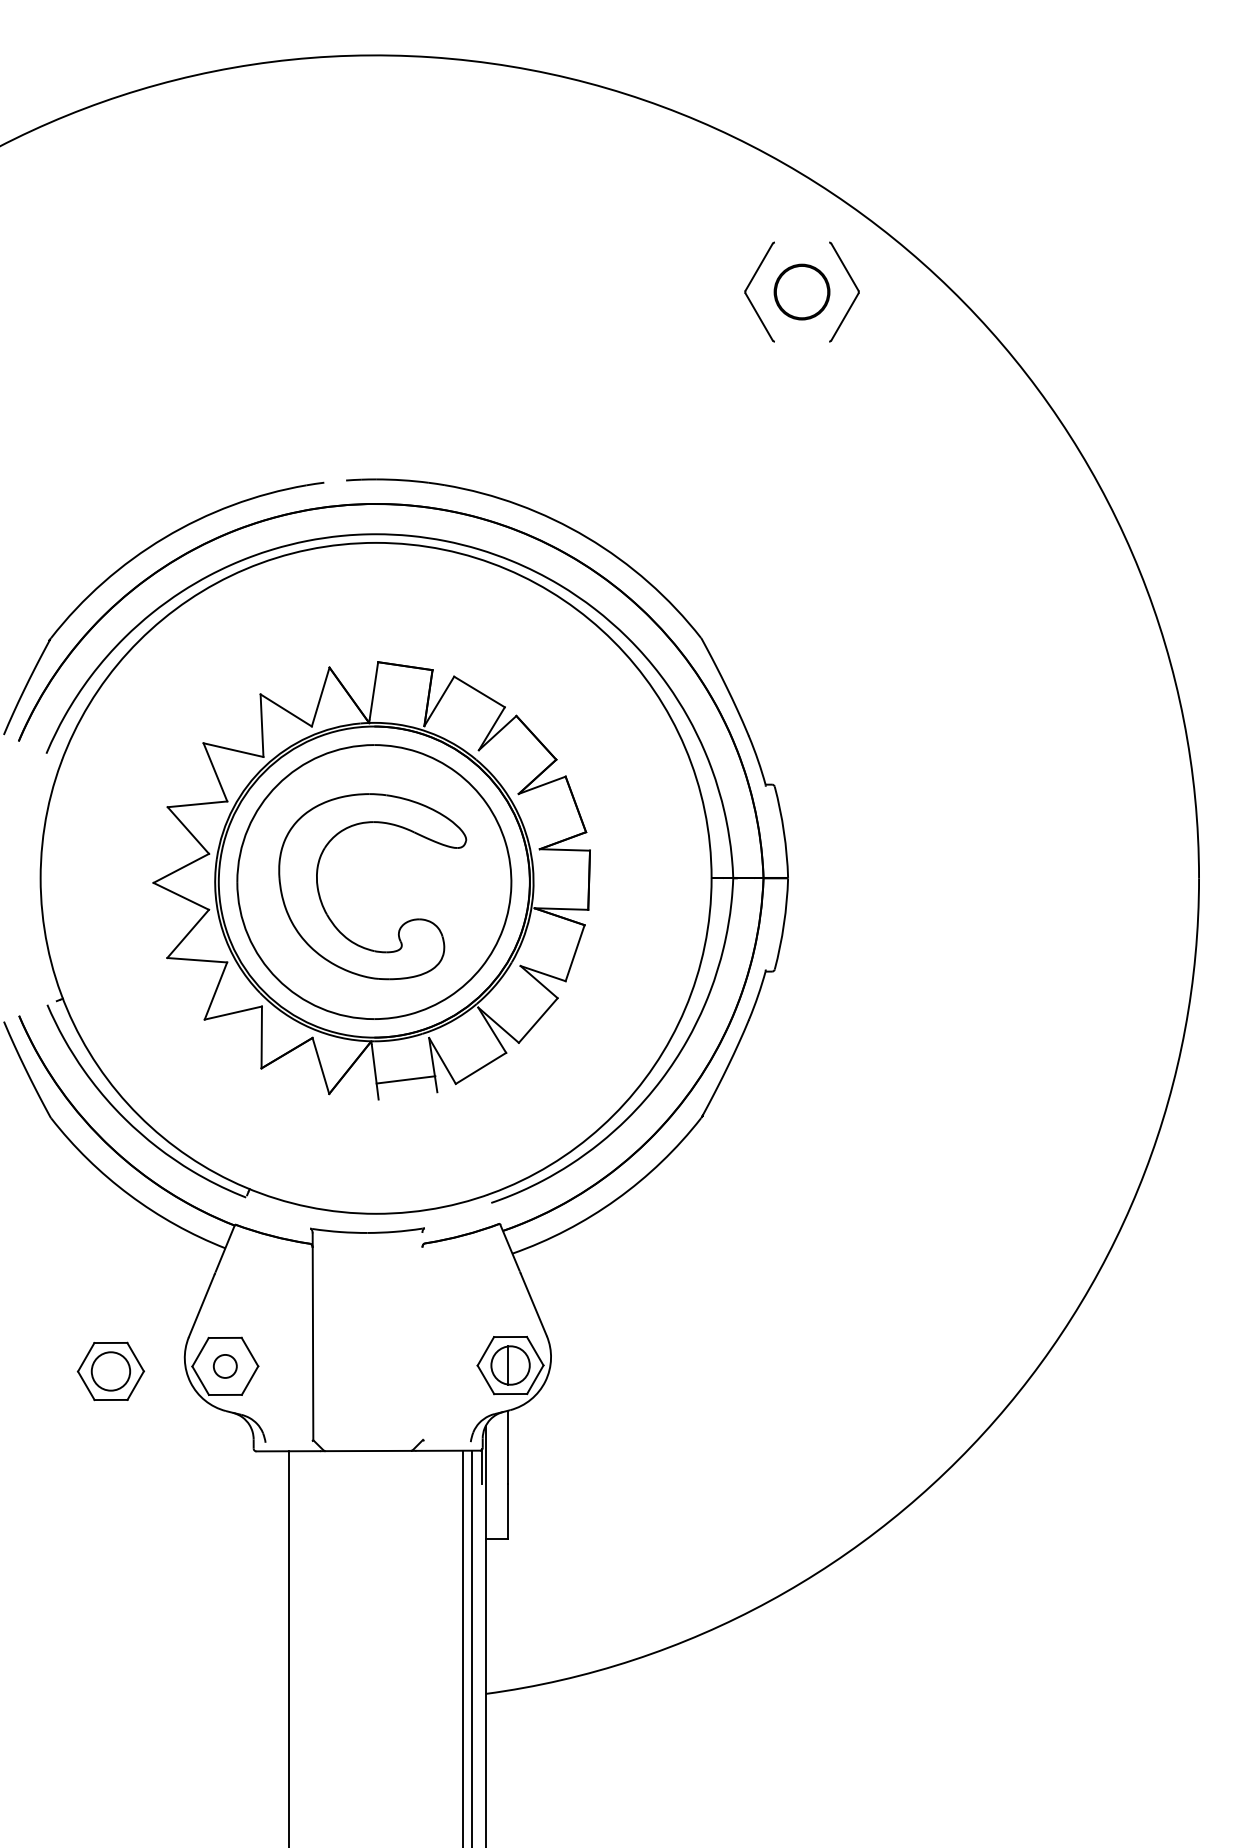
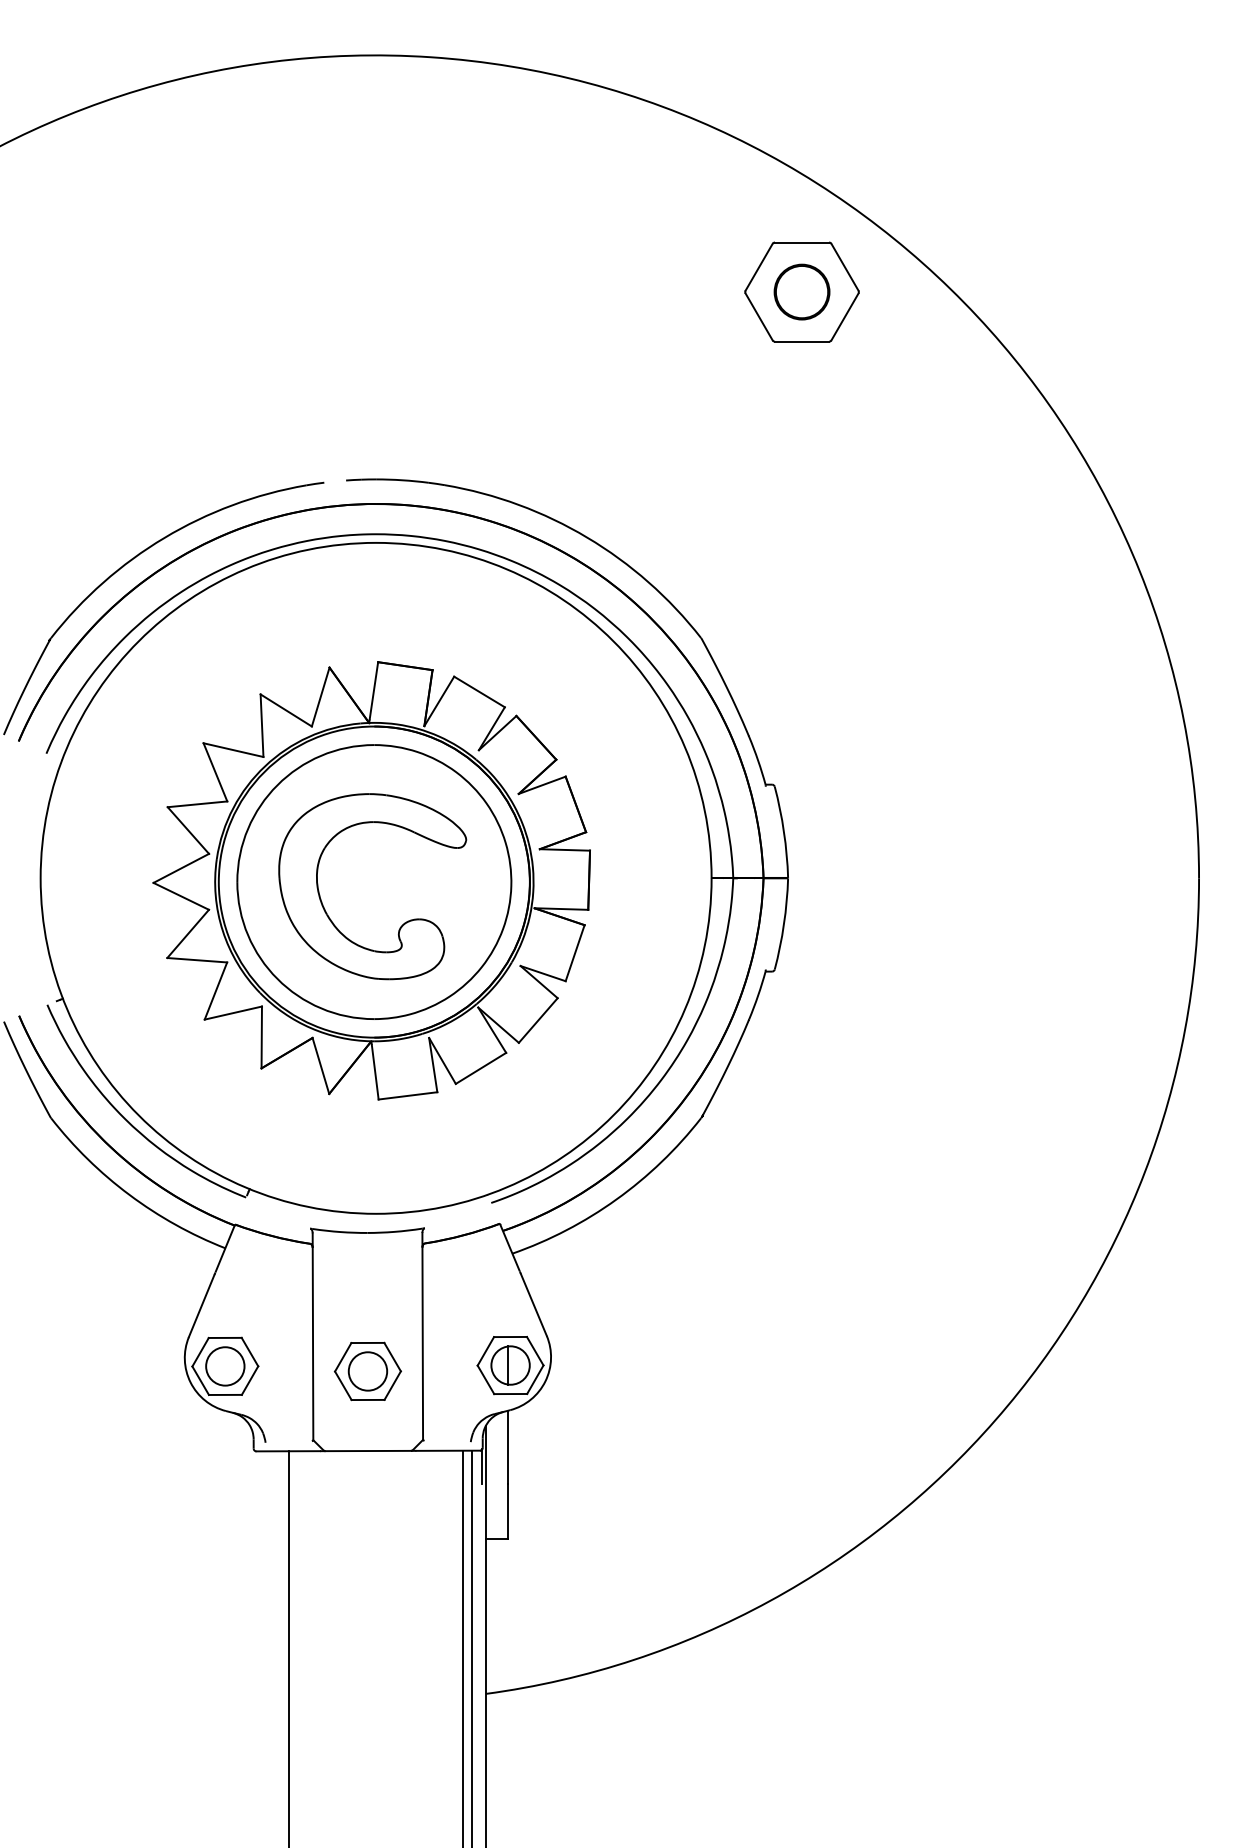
line at (802, 242): none -> present
line at (802, 341): none -> present
line at (405, 1079) position: (405, 1079) -> (407, 1095)
line at (422, 1336): none -> present
circle at (224, 1365) diameter: 23 px -> 38 px
part at (110, 1371) position: (110, 1371) -> (367, 1371)
